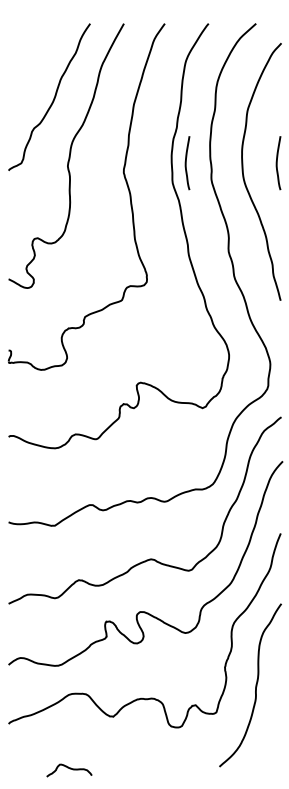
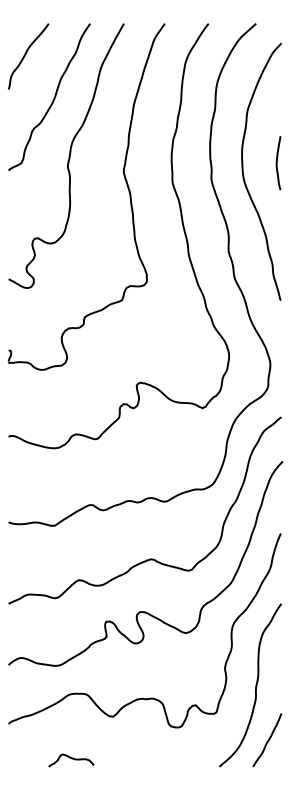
curve at (26, 54): none -> present
curve at (186, 163): present -> none
curve at (267, 740): none -> present
curve at (69, 769) position: (69, 769) -> (71, 759)
